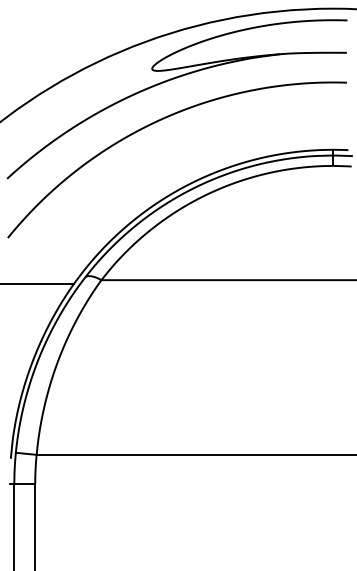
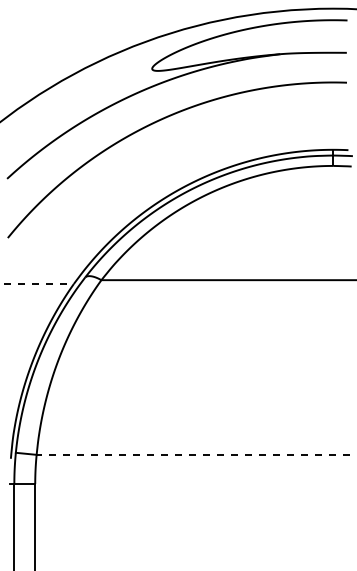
line at (37, 284): solid -> dashed
line at (196, 454): solid -> dashed
